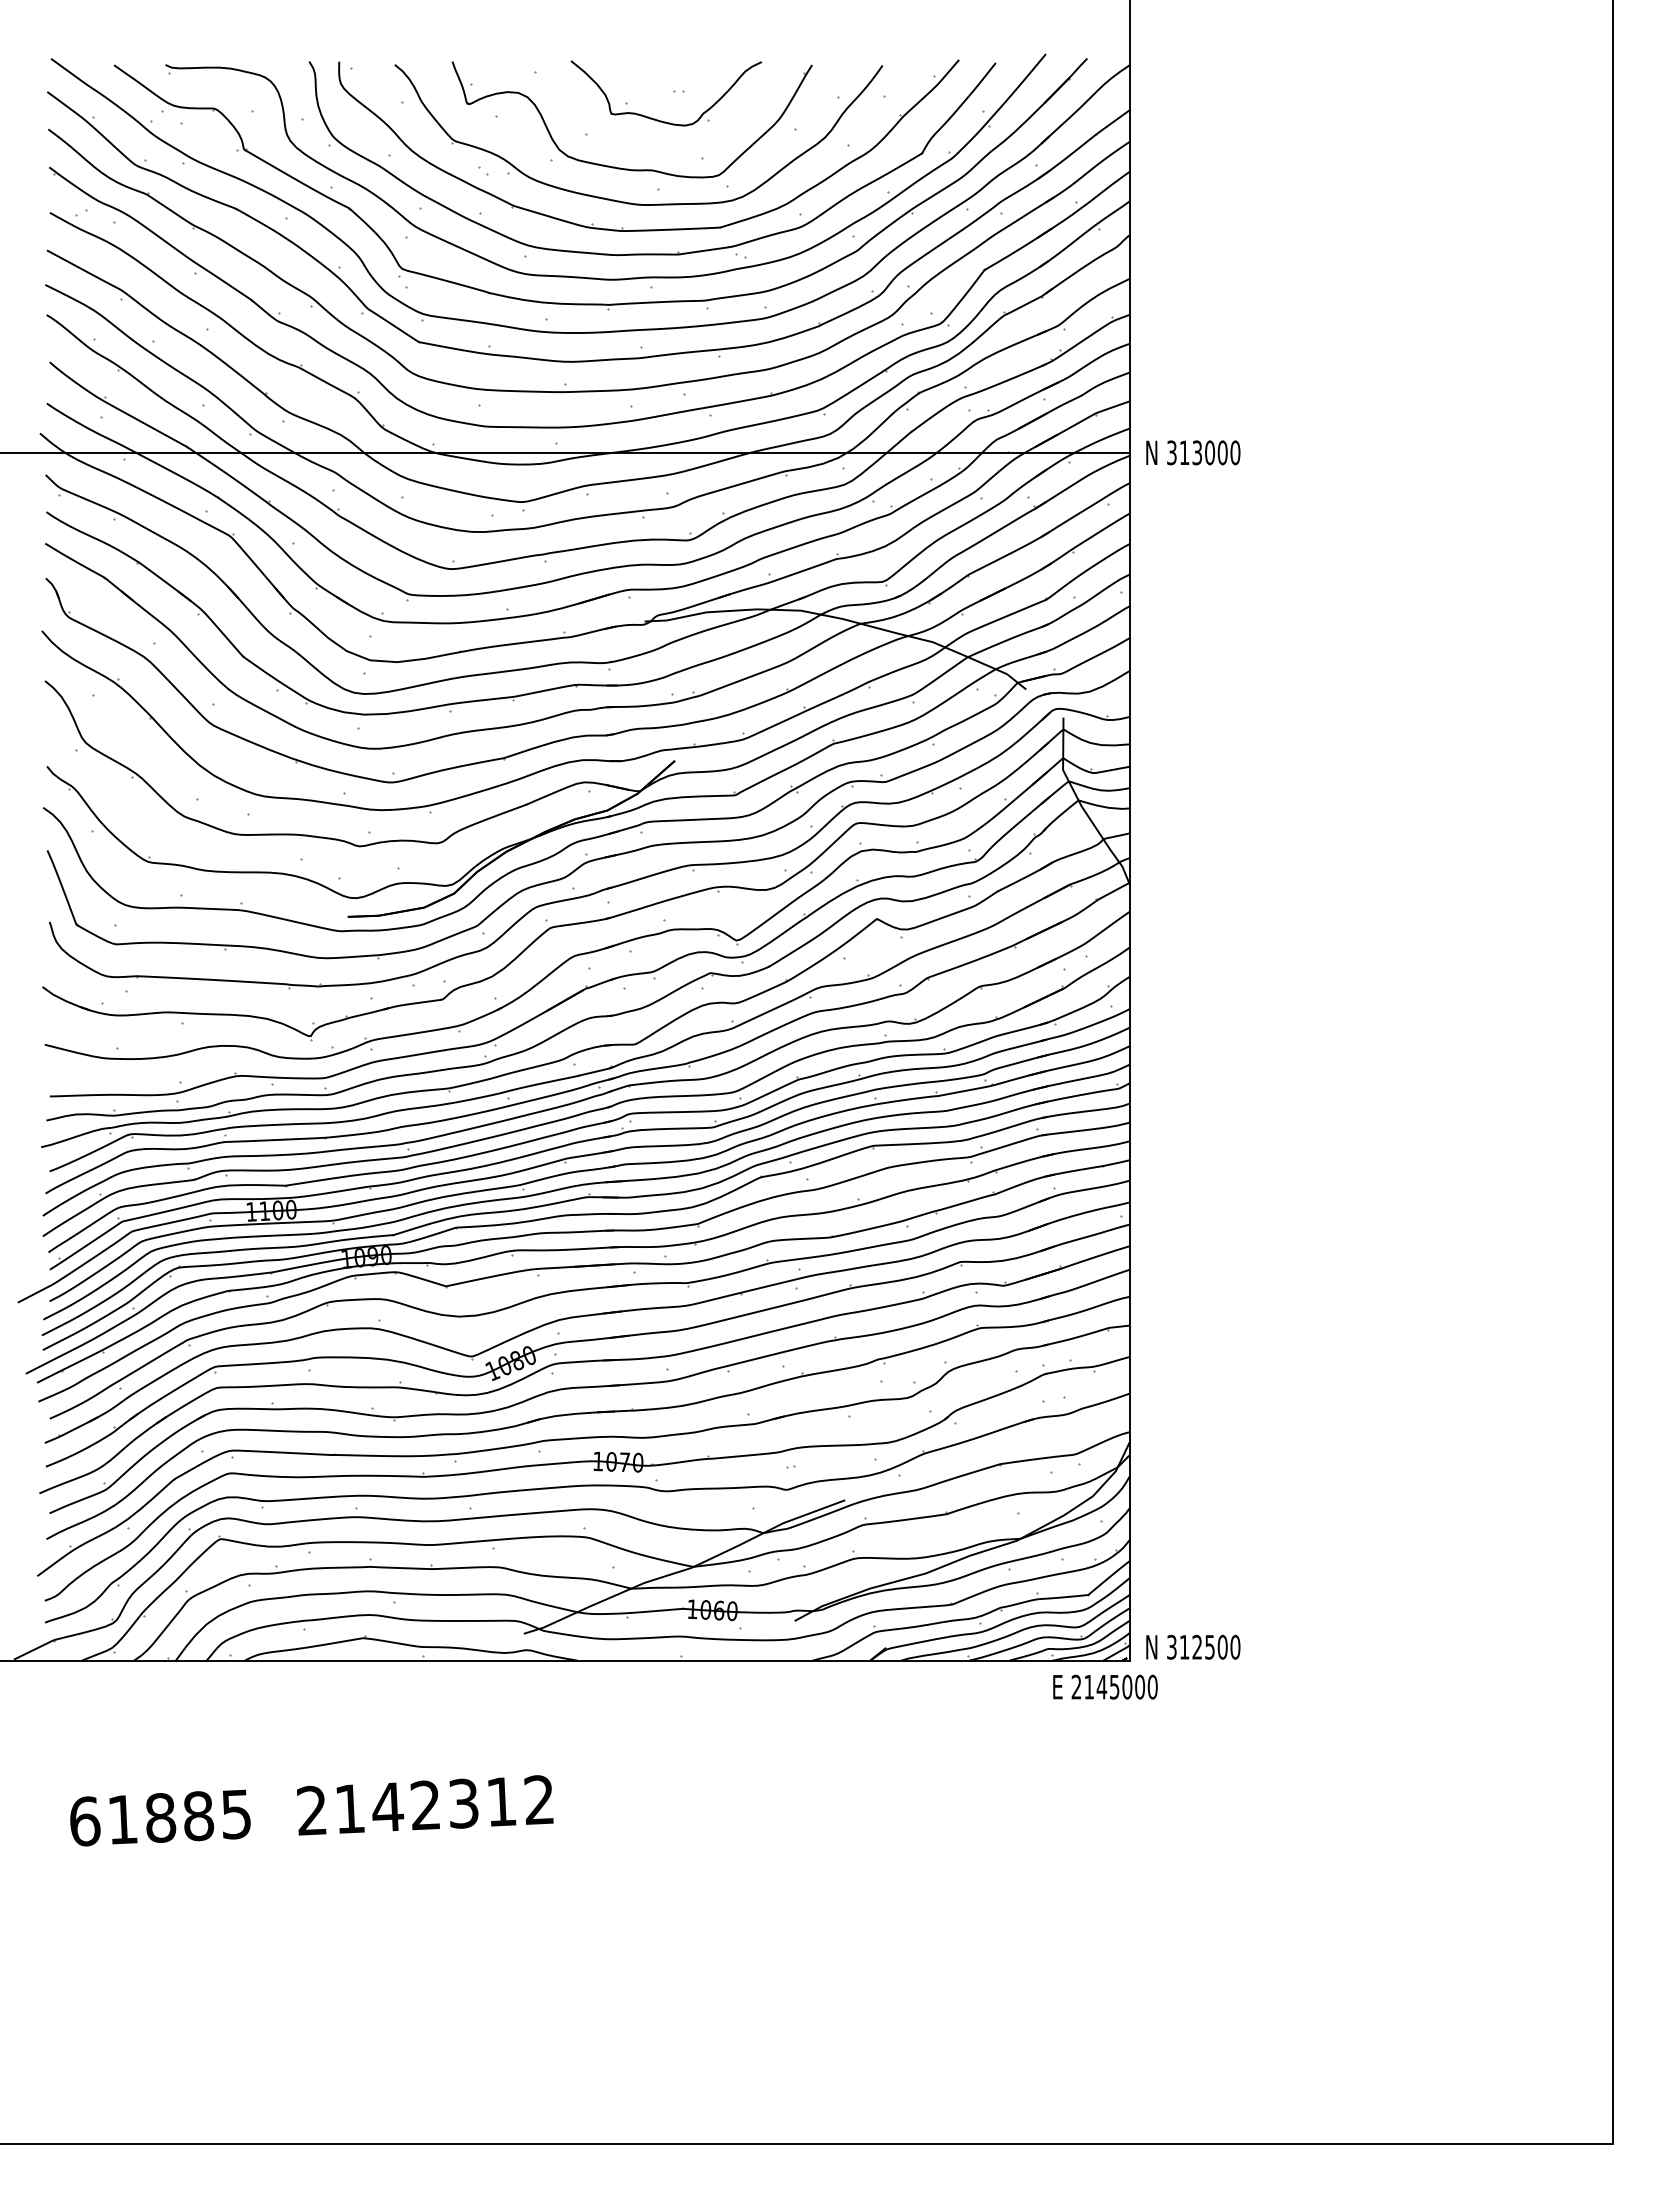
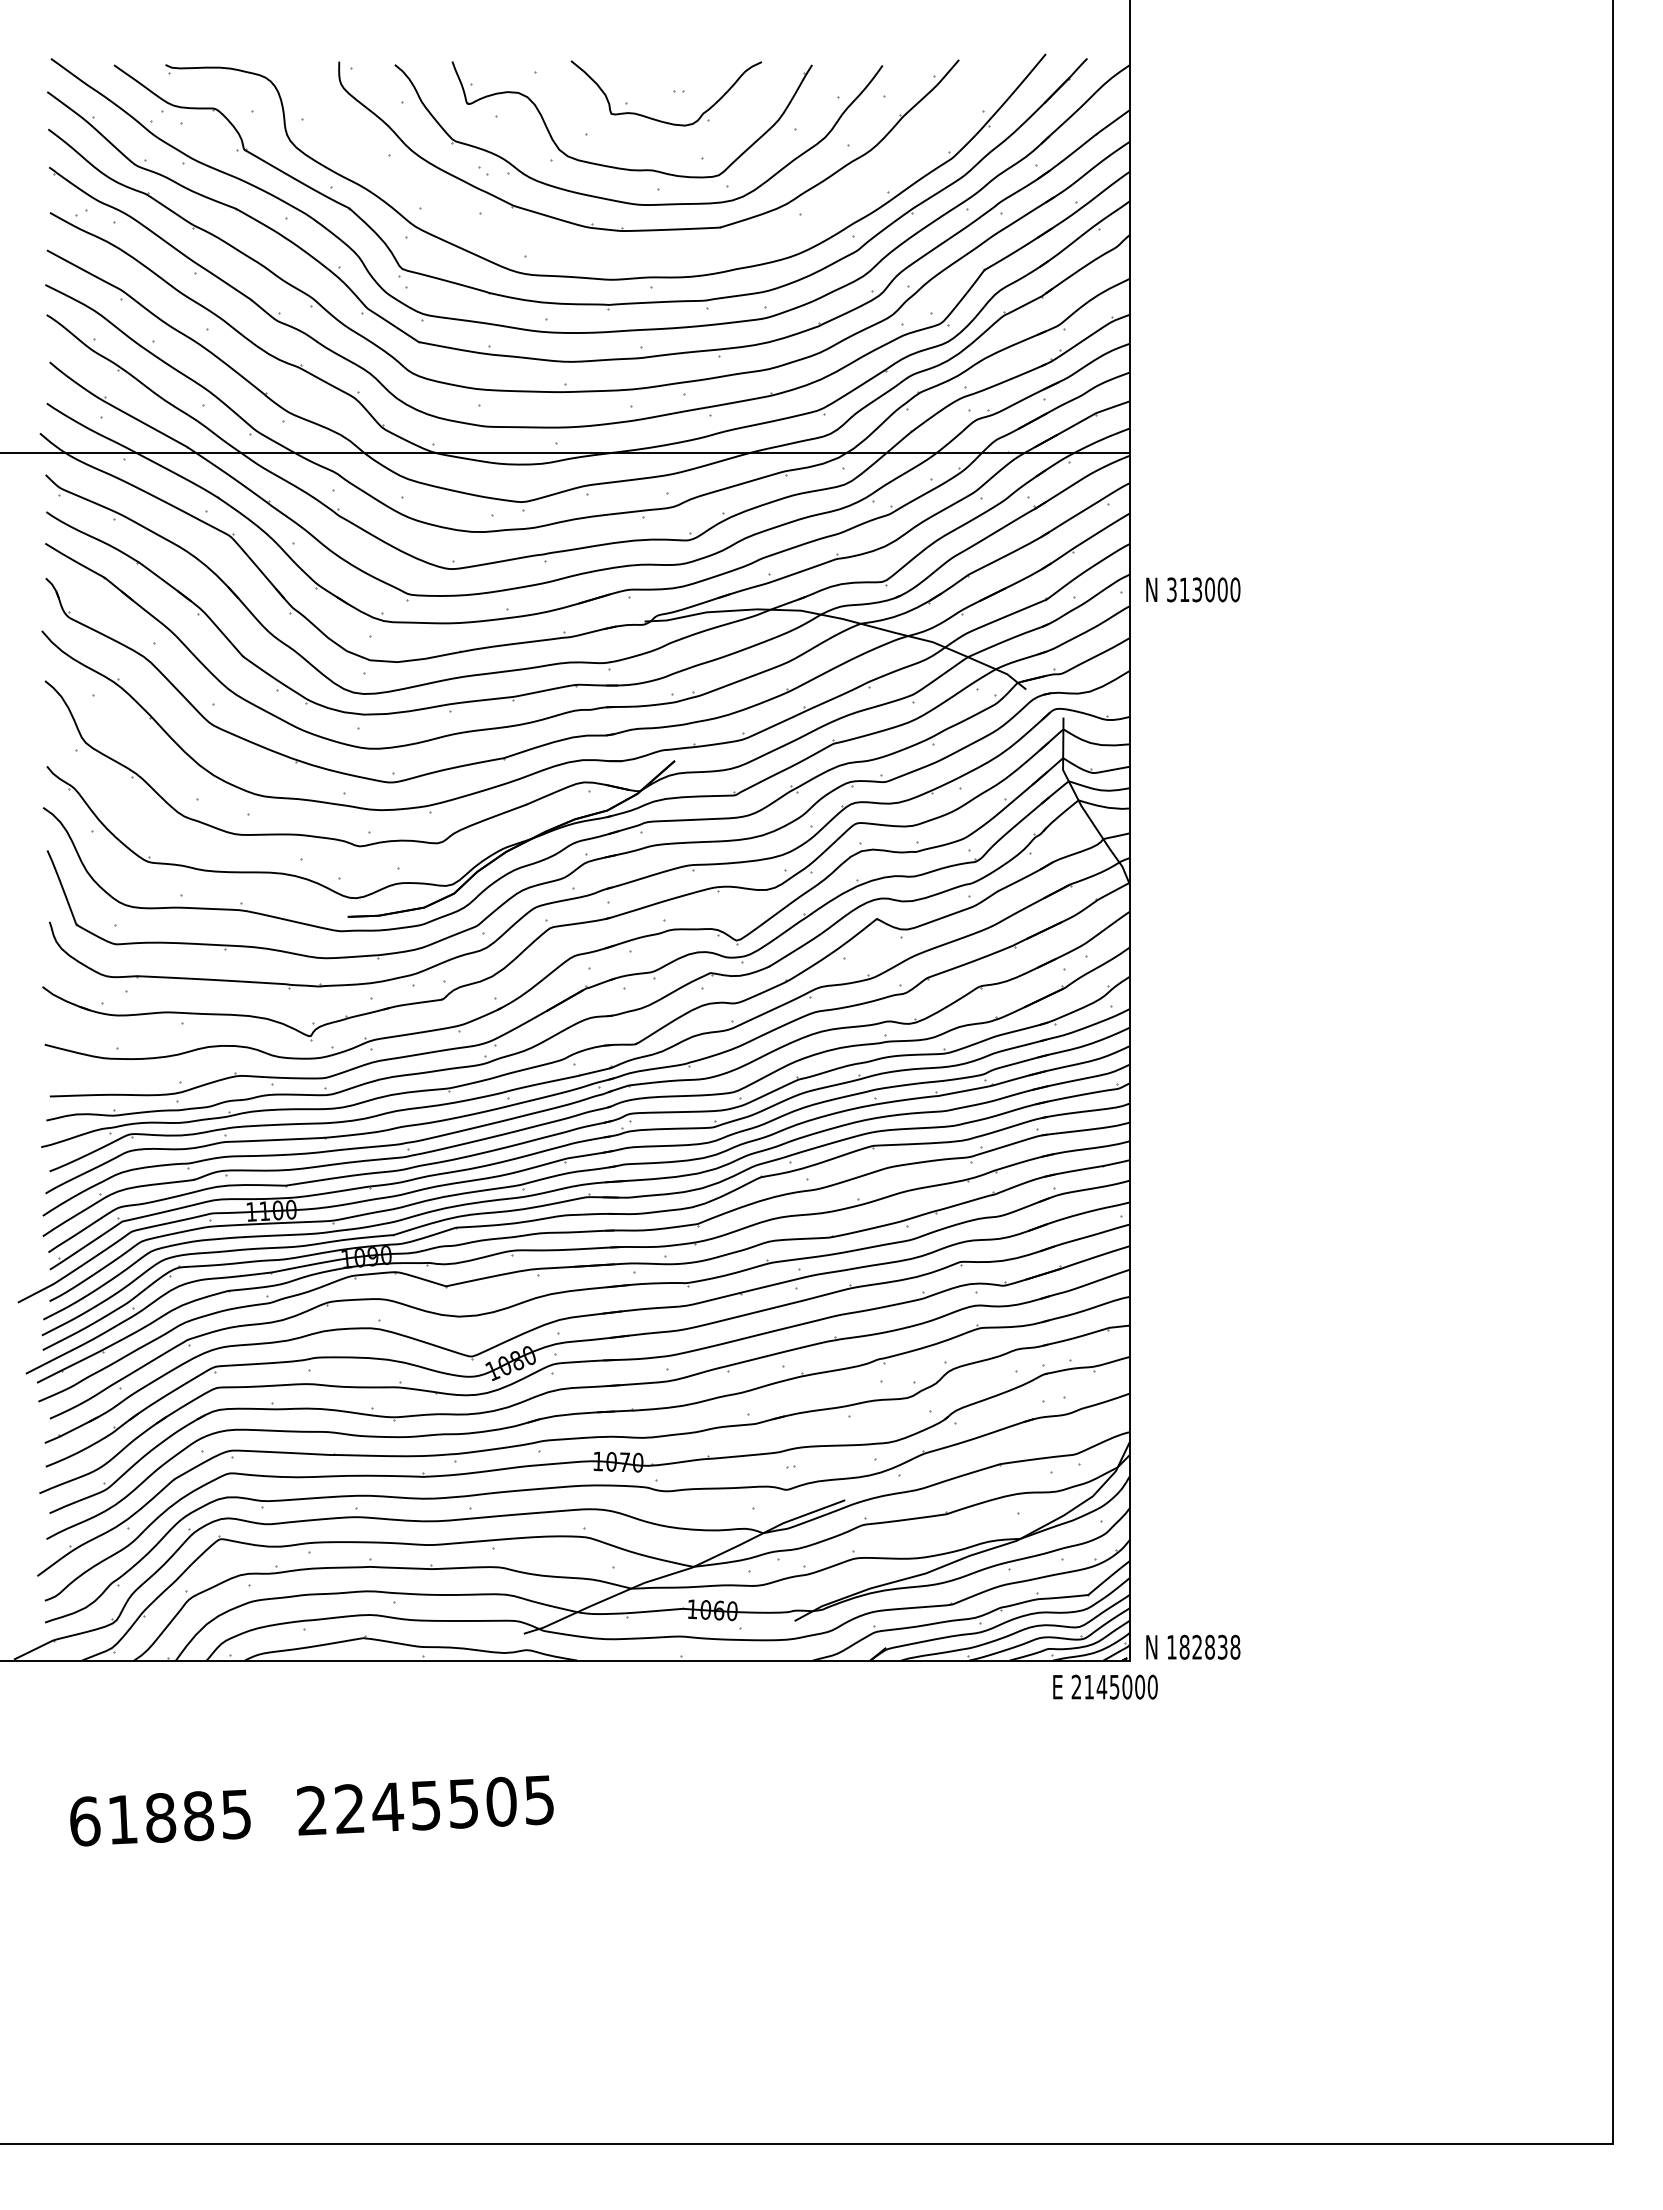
part at (652, 253): present -> none
text at (1193, 452) position: (1193, 452) -> (1193, 589)
text at (1203, 1646): 312500 -> 182838
text at (443, 1804): 2142312 -> 2245505
